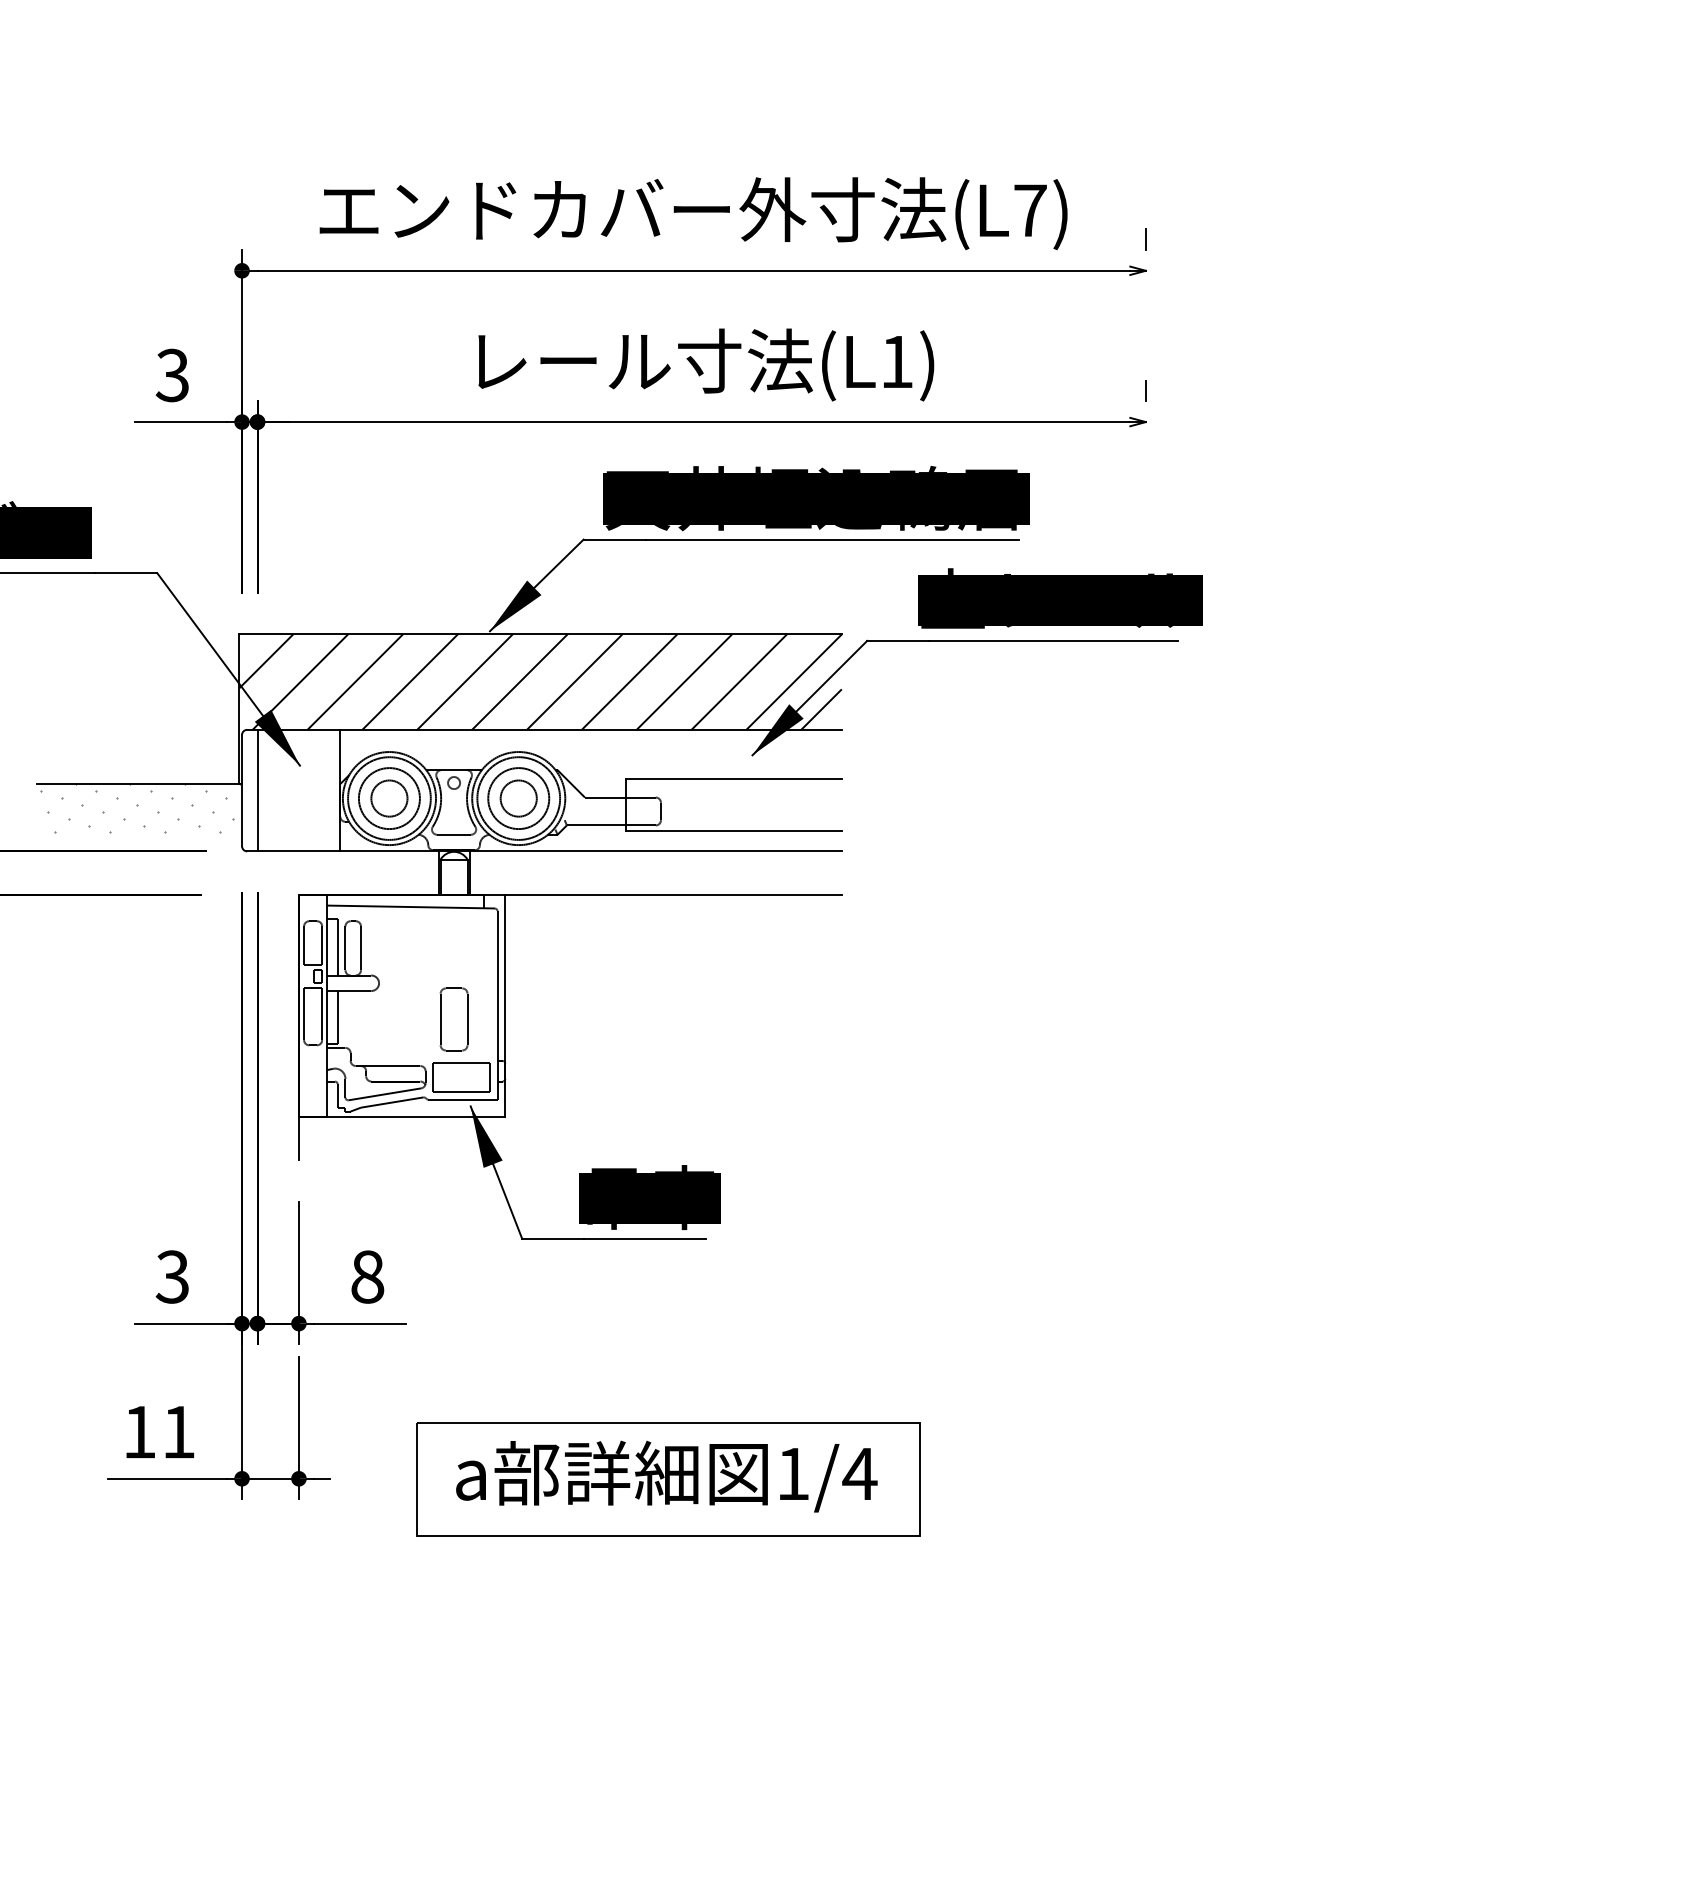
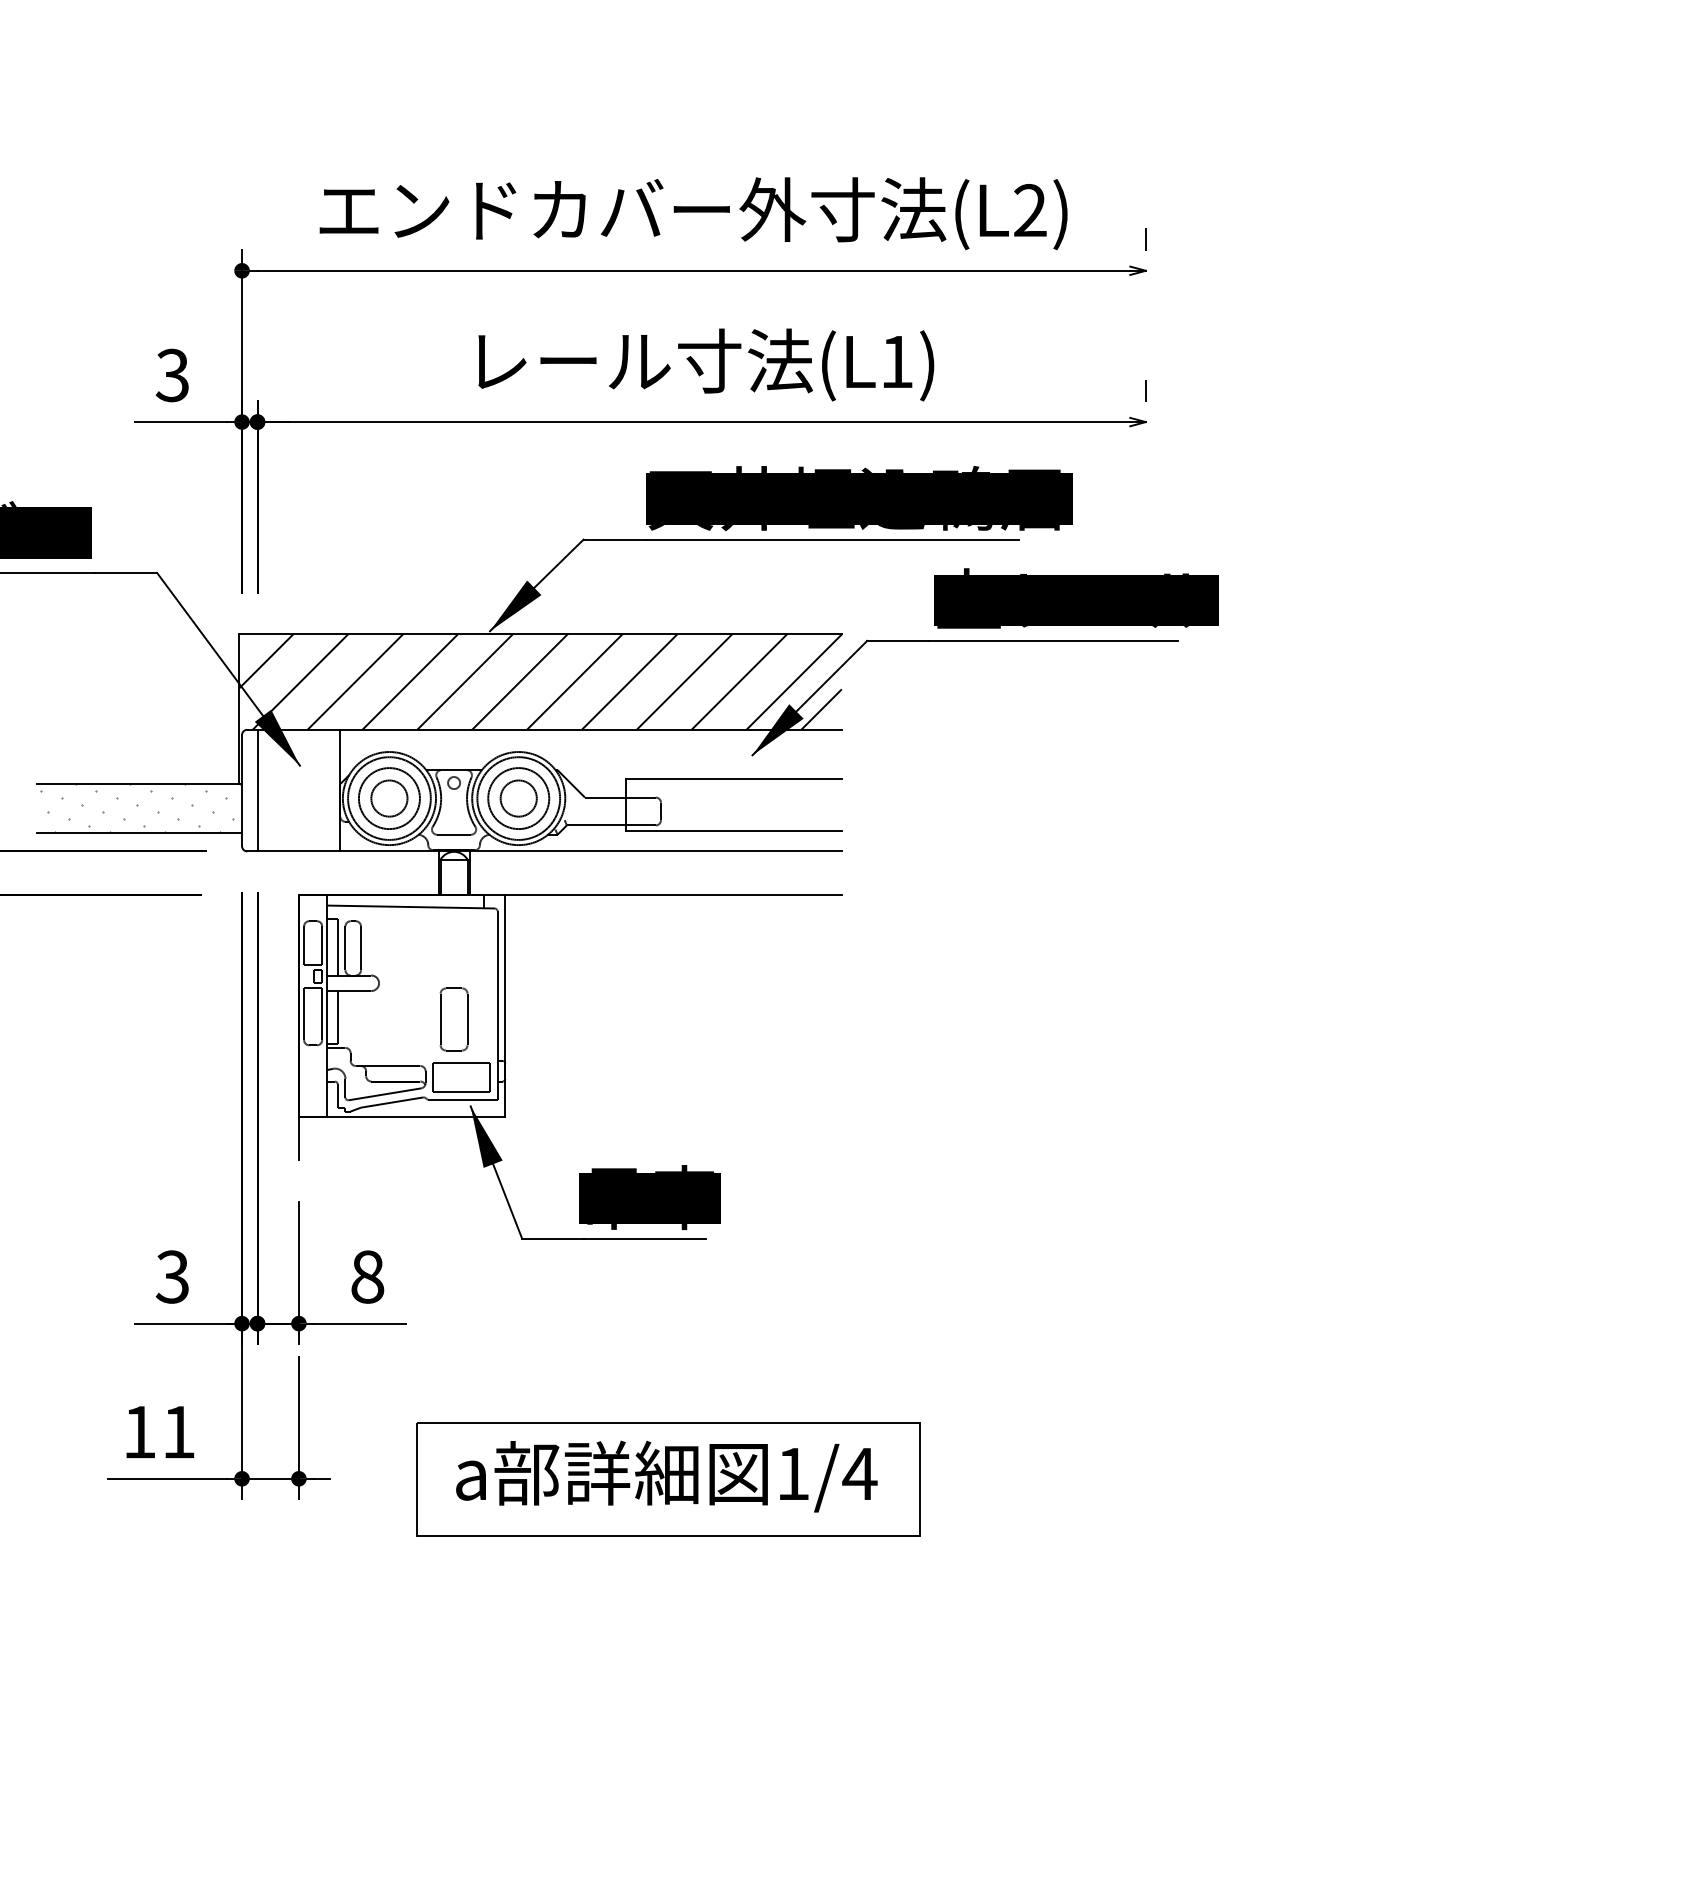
text at (1030, 210): (L7) -> (L2)
text at (816, 498) position: (816, 498) -> (859, 498)
text at (1060, 598) position: (1060, 598) -> (1076, 598)
line at (139, 833): none -> present
